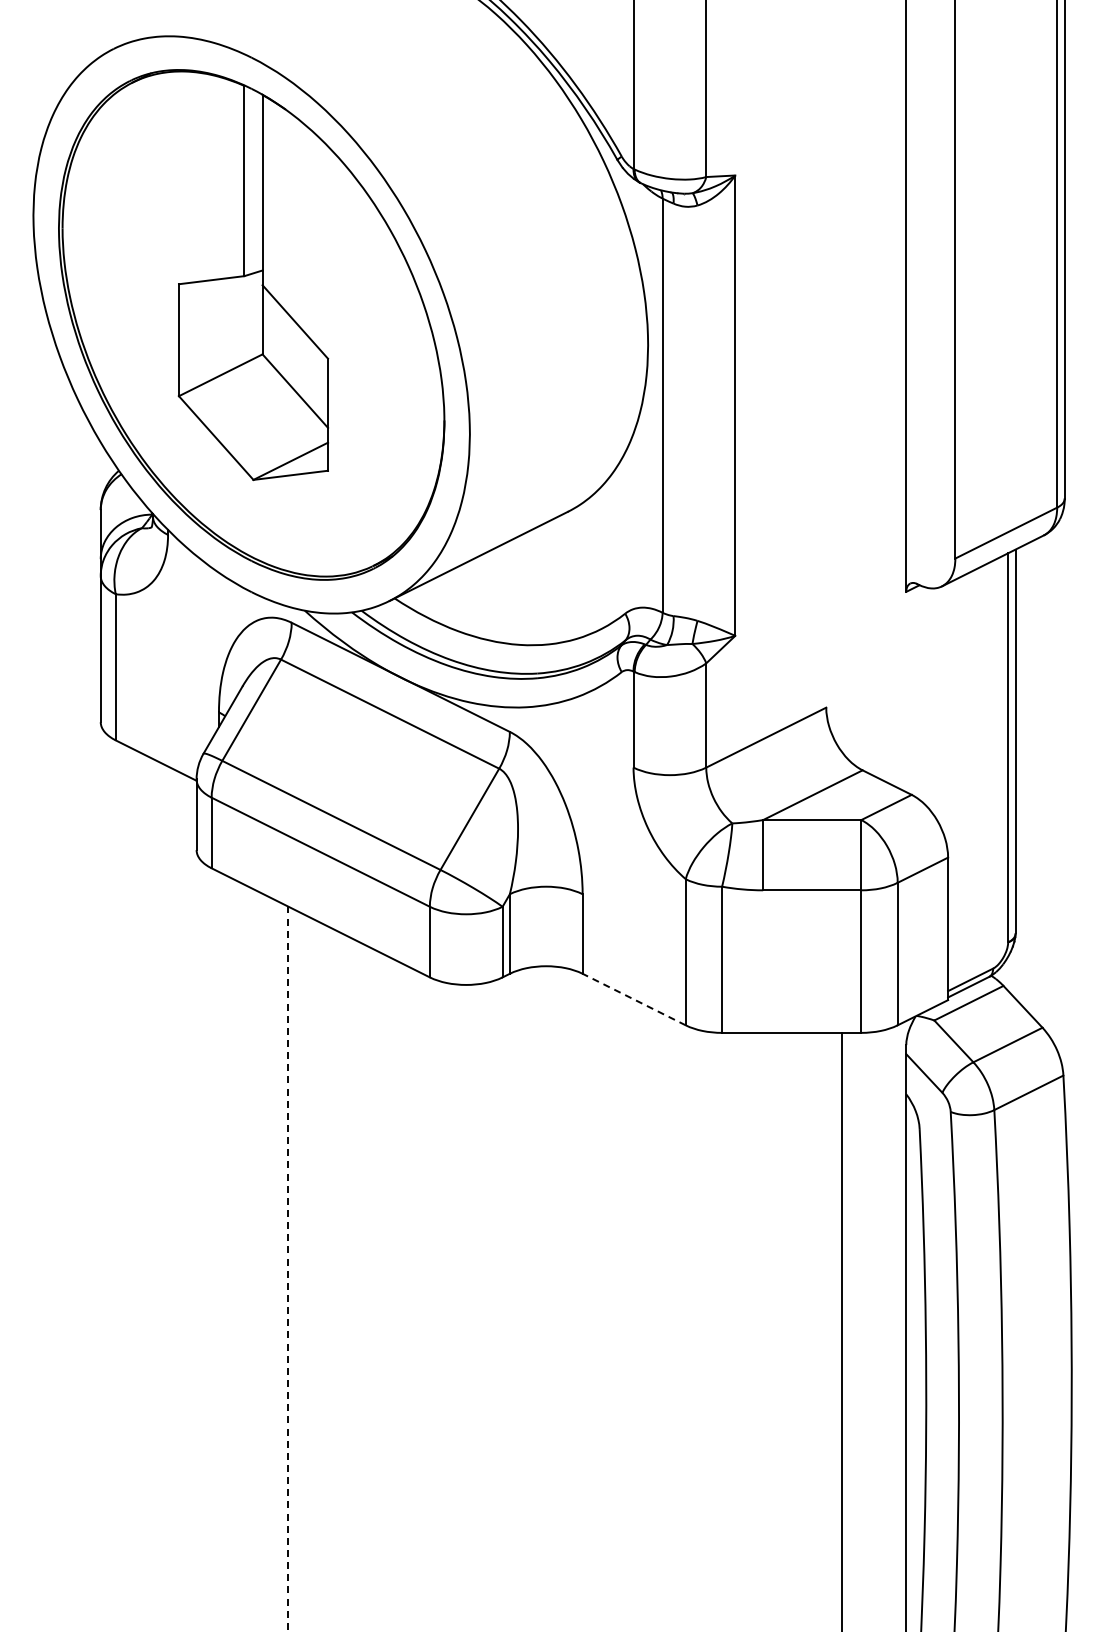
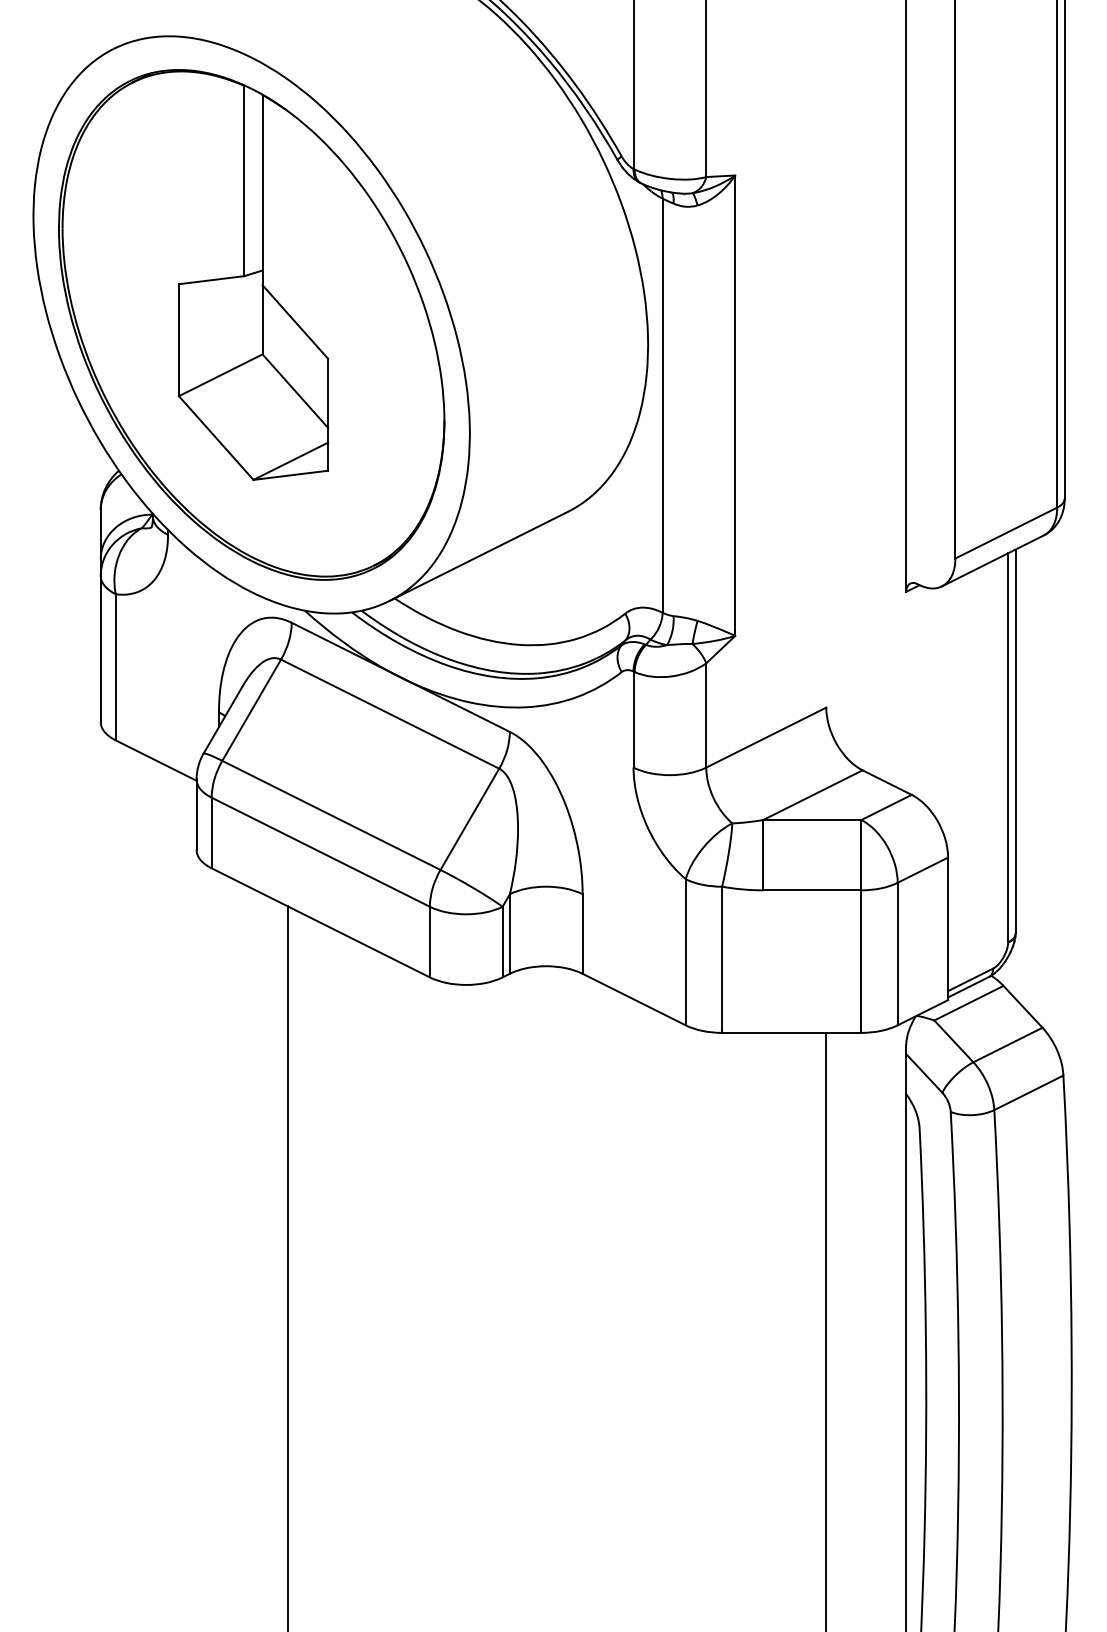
line at (634, 999): dashed -> solid
line at (288, 1269): dashed -> solid
line at (842, 1330) position: (842, 1330) -> (826, 1330)
